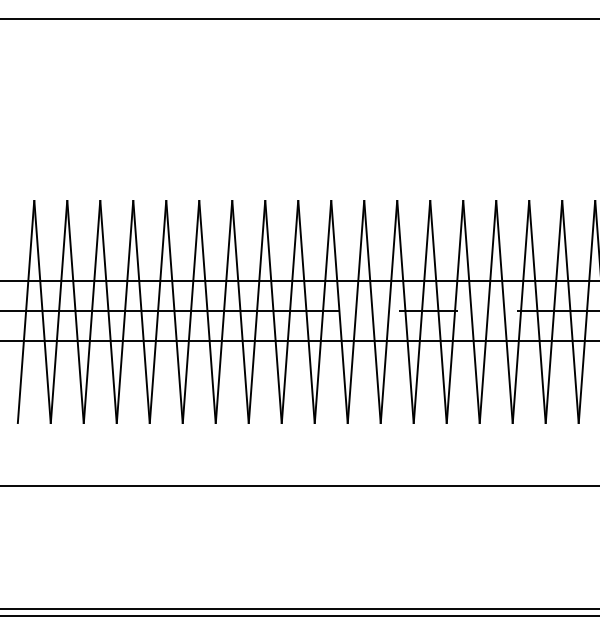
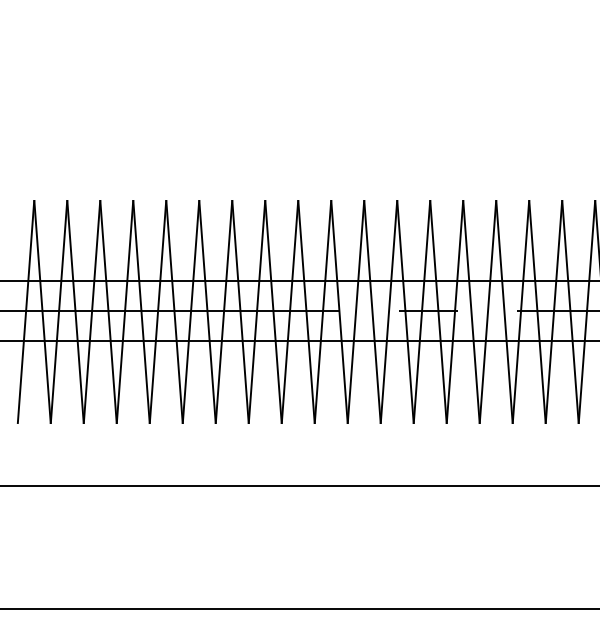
line at (299, 19): present -> none
line at (299, 615): present -> none
